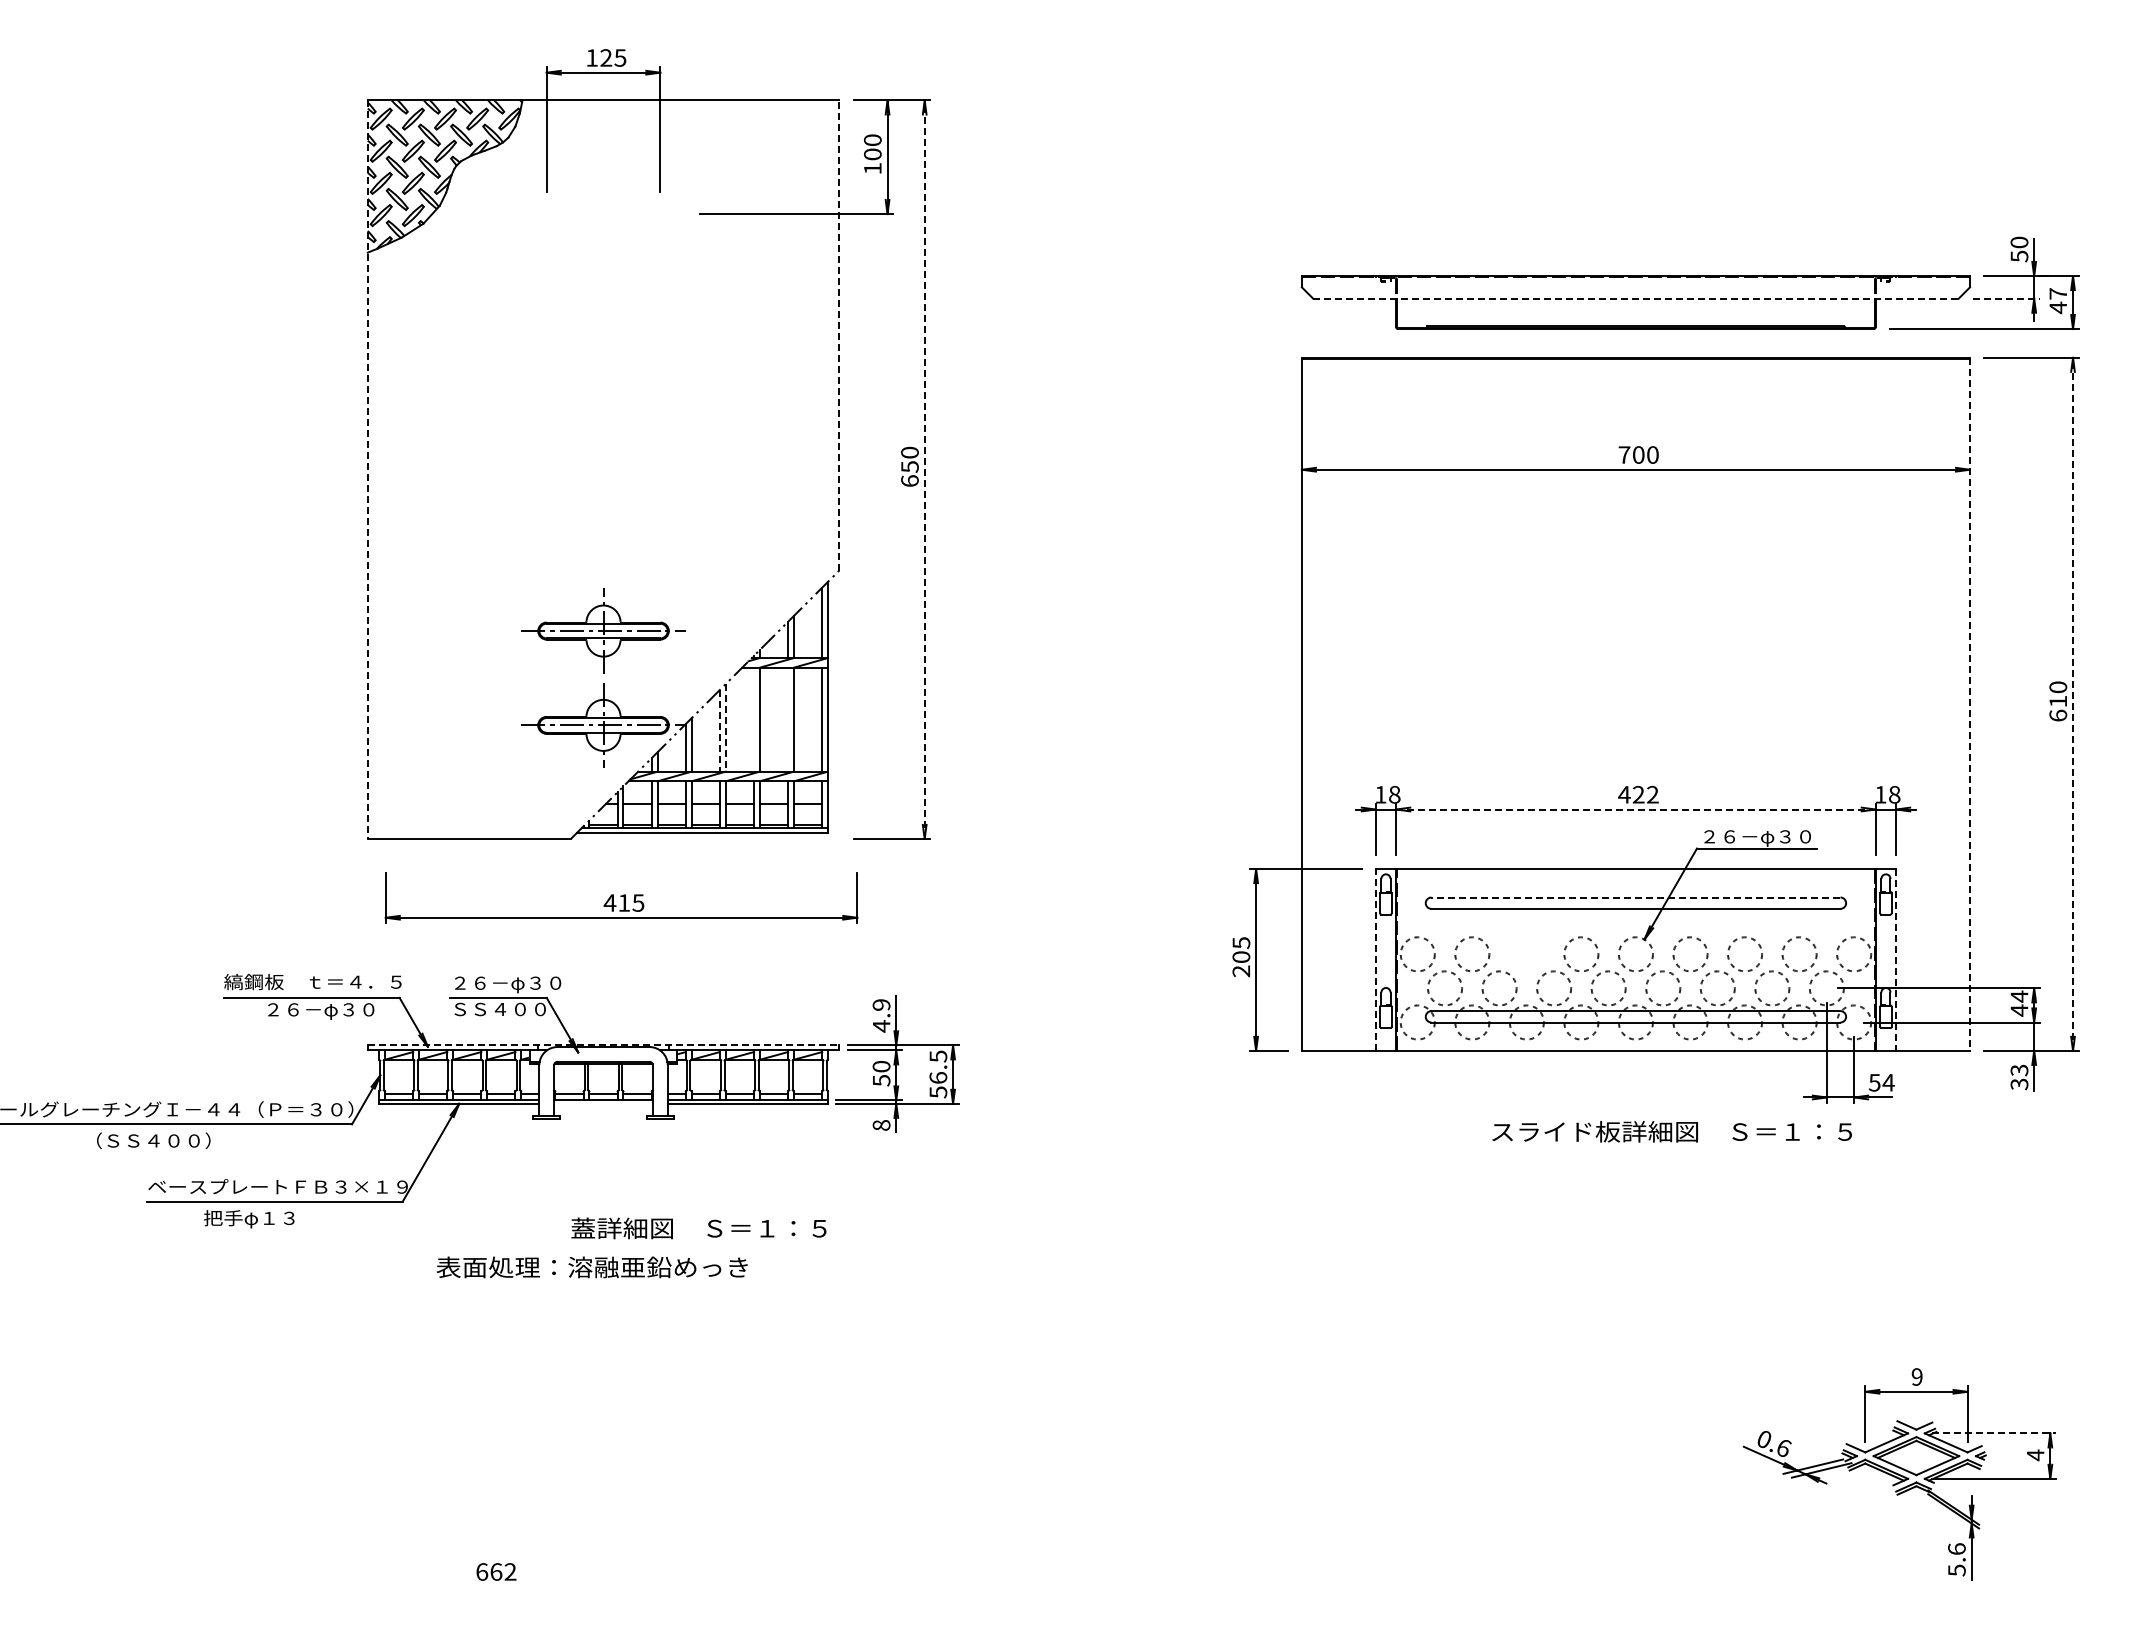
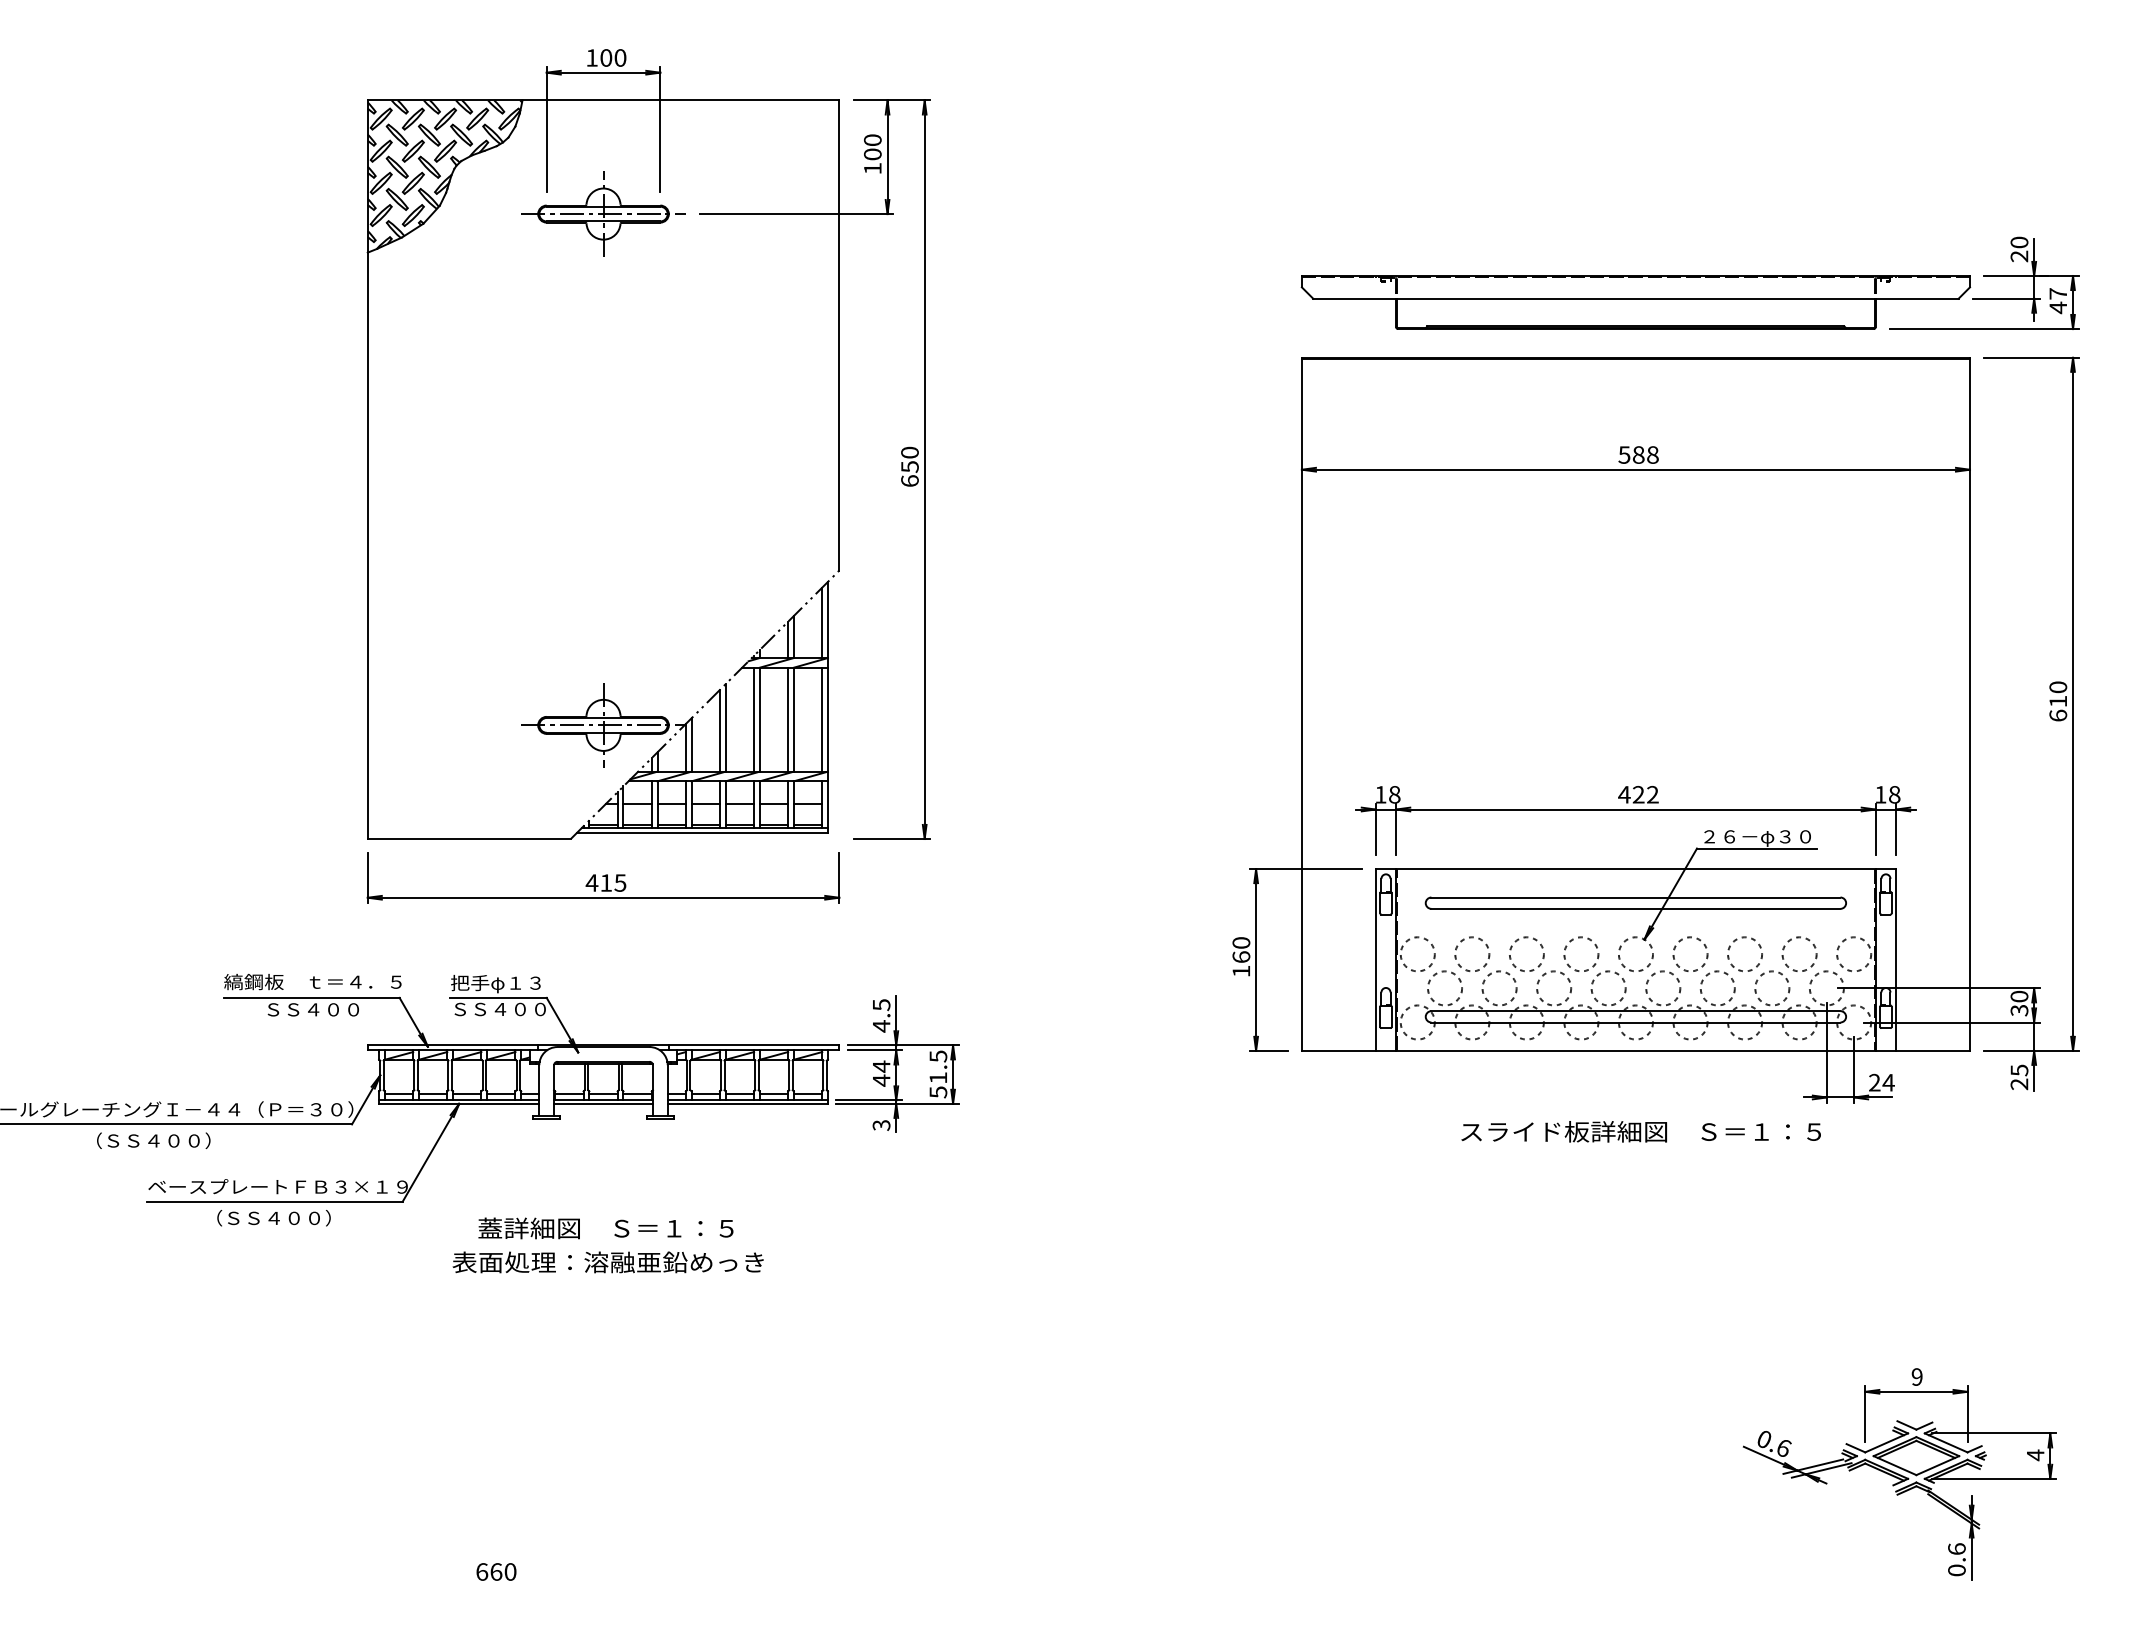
text at (613, 57): 125 -> 100
text at (2019, 256): 50 -> 20
line at (1635, 298): dashed -> solid
line at (2006, 298): dashed -> solid
line at (839, 335): dashed -> solid
text at (1638, 454): 700 -> 588
line at (924, 469): dashed -> solid
line at (367, 470): dashed -> solid
part at (603, 630) position: (603, 630) -> (603, 213)
line at (1969, 704): dashed -> solid
line at (2073, 704): dashed -> solid
line at (754, 719): none -> present
line at (788, 719): none -> present
line at (725, 727): dashed -> solid
line at (719, 730): dashed -> solid
line at (1635, 809): dashed -> solid
part at (621, 897) position: (621, 897) -> (603, 877)
line at (1635, 897): dashed -> solid
circle at (1526, 953): none -> present
text at (1241, 957): 205 -> 160
line at (1375, 960): dashed -> solid
line at (1896, 960): dashed -> solid
text at (506, 983): ２６－φ３０ -> 把手φ１３
text at (2019, 1003): 44 -> 30
text at (881, 1005): 4.9 -> 4.5
text at (320, 1011): ２６－φ３０ -> ＳＳ４００
line at (603, 1045): dashed -> solid
text at (881, 1073): 50 -> 44
text at (938, 1077): 56.5 -> 51.5
text at (2019, 1077): 33 -> 25
text at (1874, 1082): 54 -> 24
line at (603, 1103): none -> present
text at (881, 1125): 8 -> 3
text at (1671, 1131) position: (1671, 1131) -> (1640, 1131)
text at (267, 1218): 把手φ１３ -> （ＳＳ４００）
text at (698, 1228) position: (698, 1228) -> (605, 1228)
text at (591, 1267) position: (591, 1267) -> (607, 1262)
line at (1994, 1433): dashed -> solid
text at (1956, 1570): 5.6 -> 0.6
text at (510, 1571): 662 -> 660
